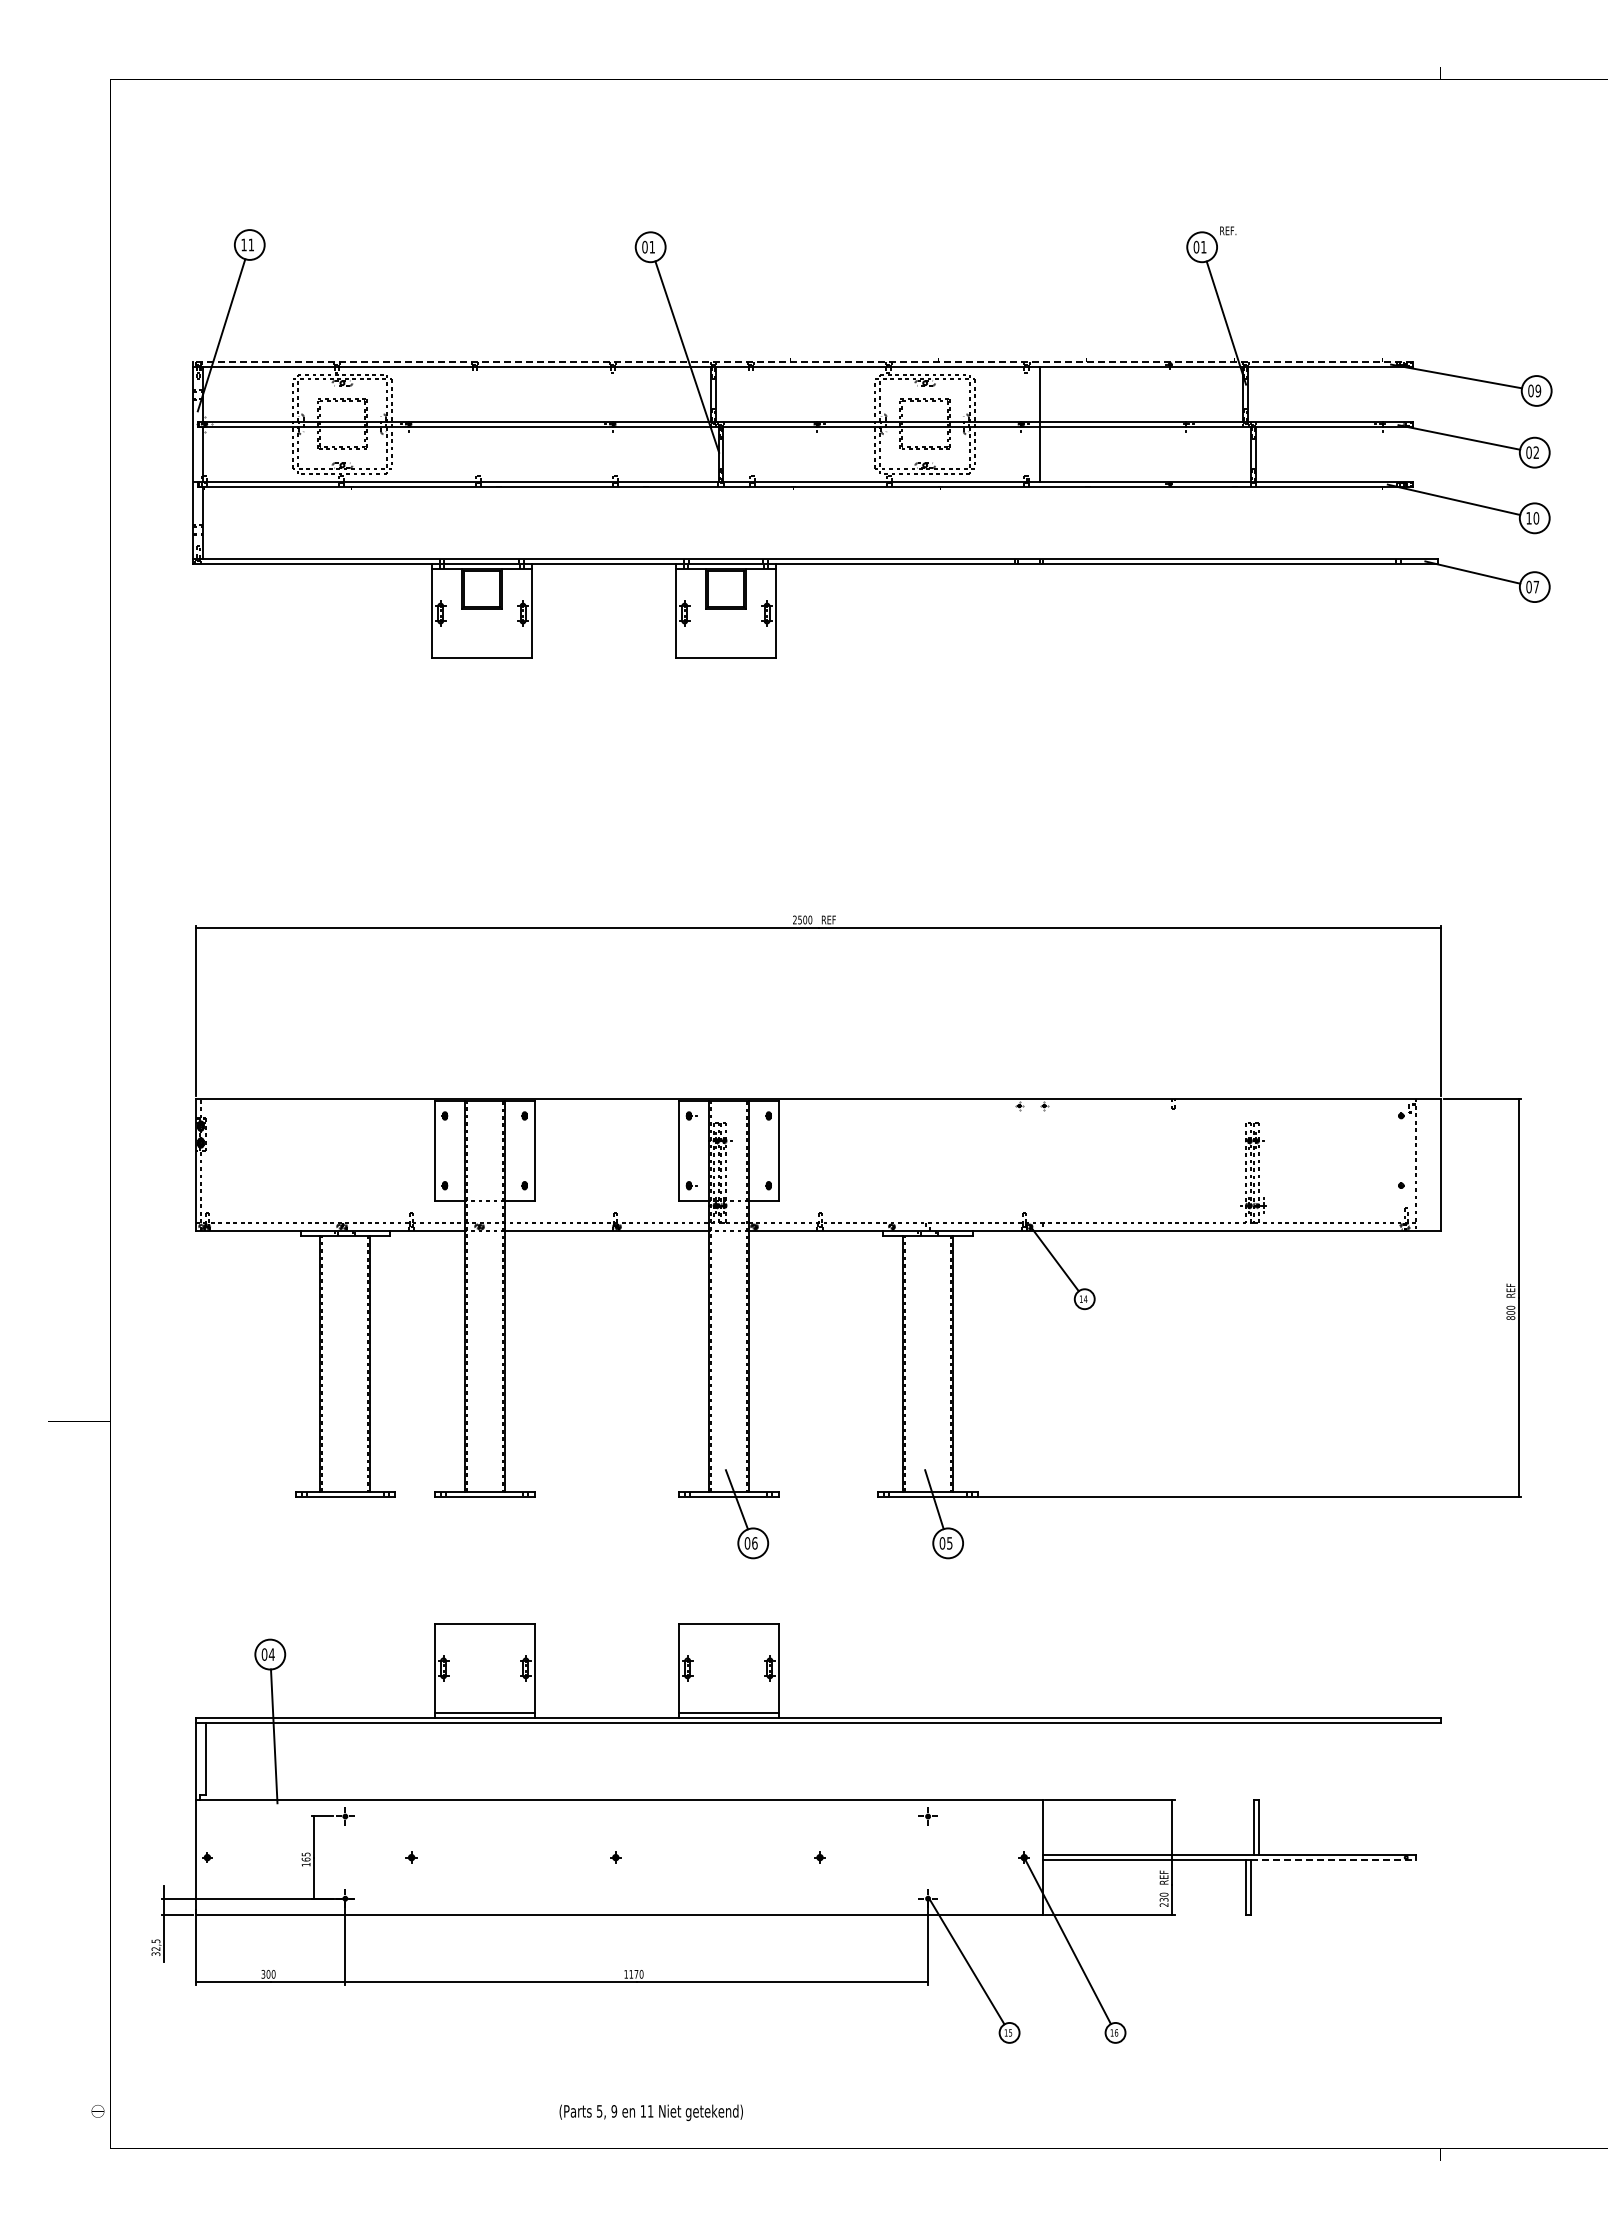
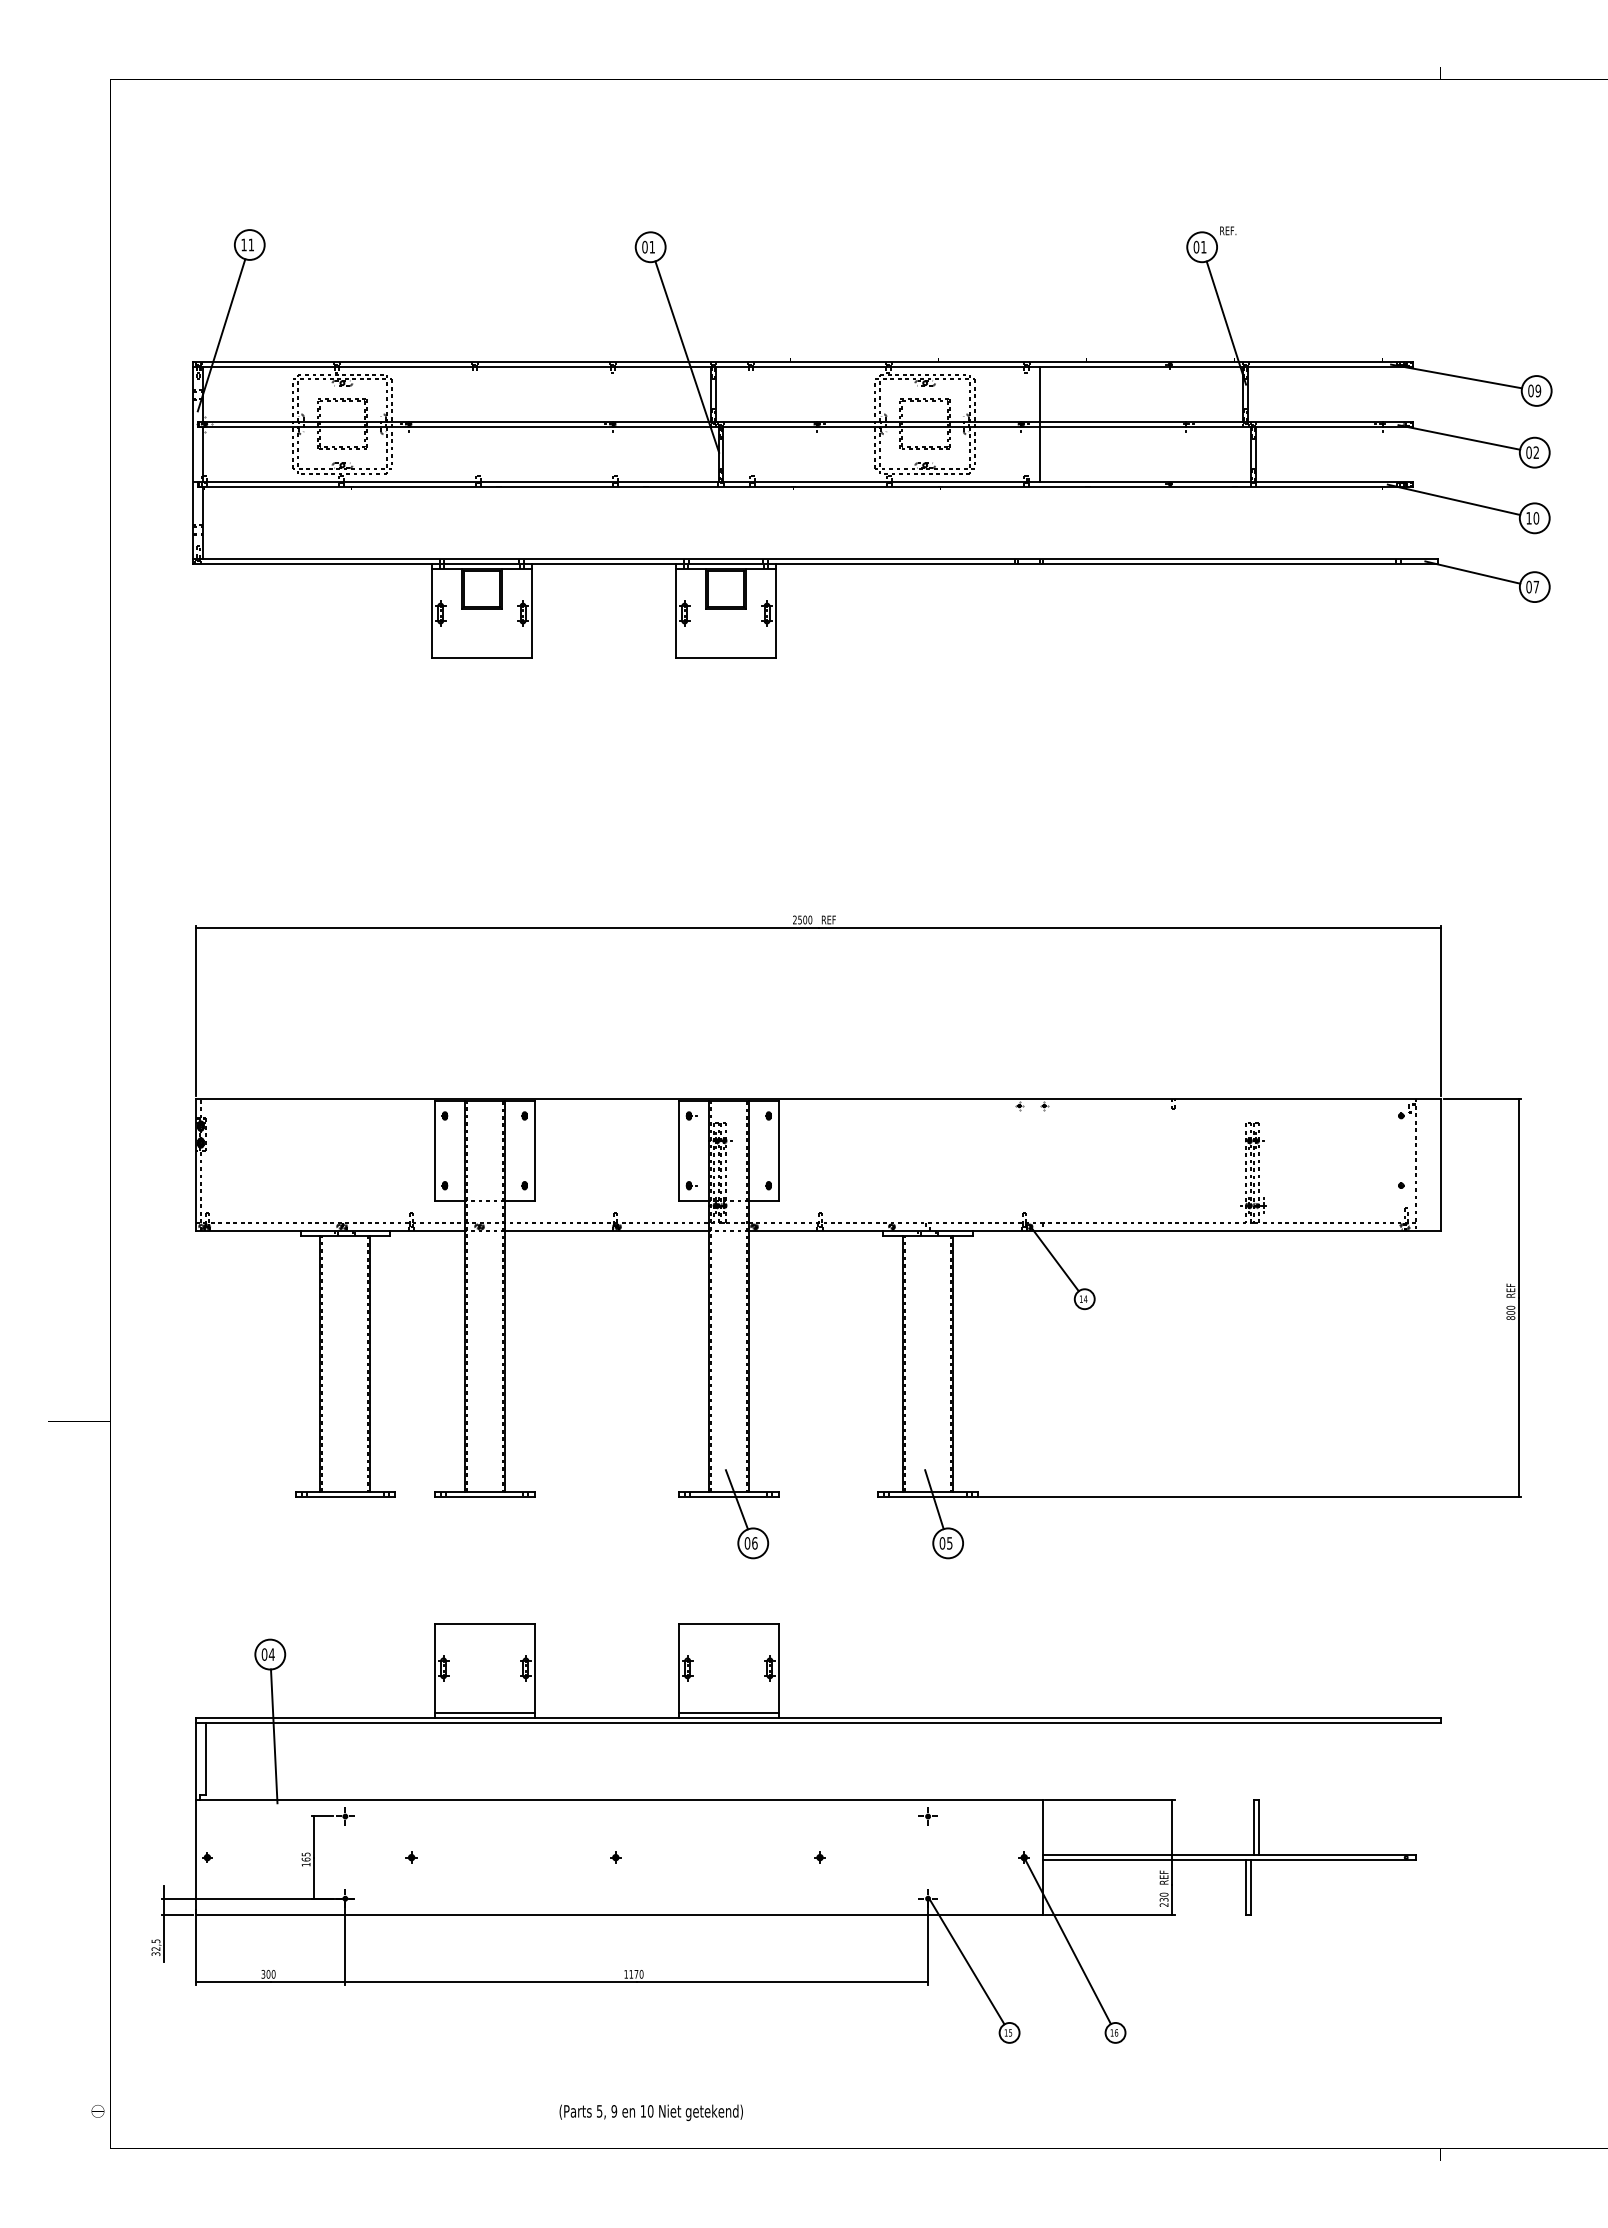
line at (802, 362): dashed -> solid
line at (1334, 1860): dashed -> solid
text at (650, 2111): 11 -> 10
